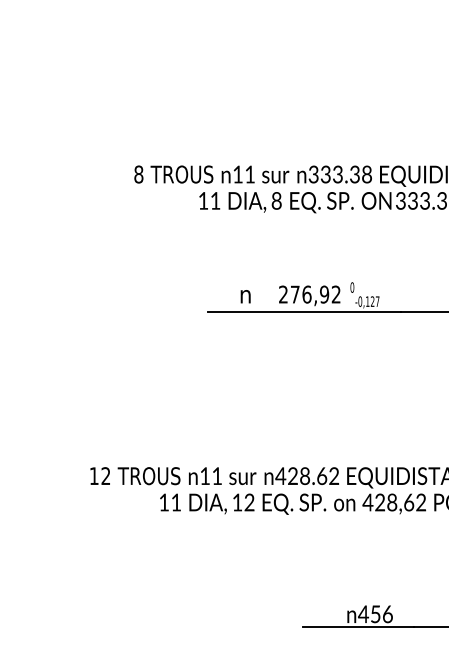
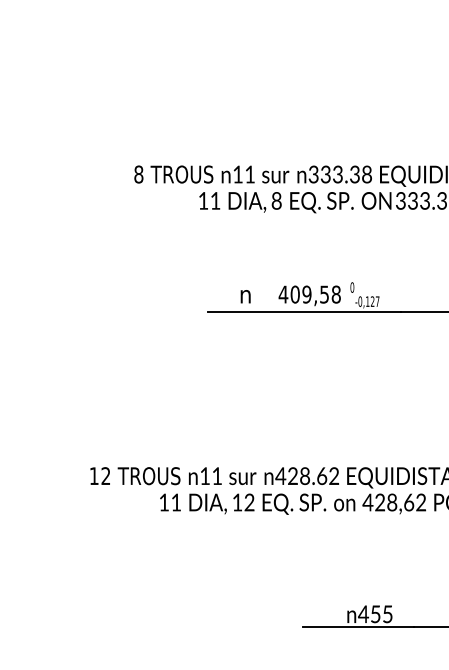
text at (309, 294): 276,92 -> 409,58
text at (387, 614): 456 -> 455
